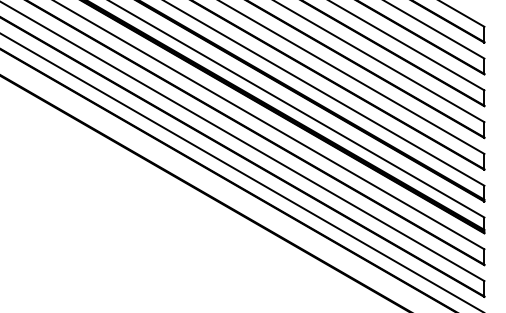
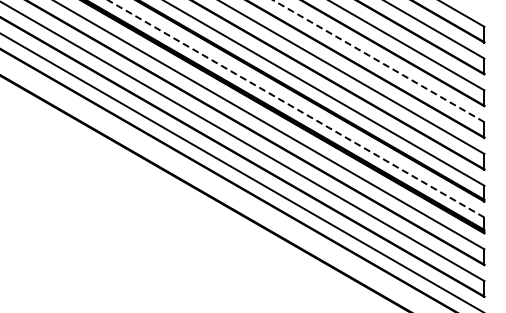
line at (378, 61): solid -> dashed
line at (295, 108): solid -> dashed
